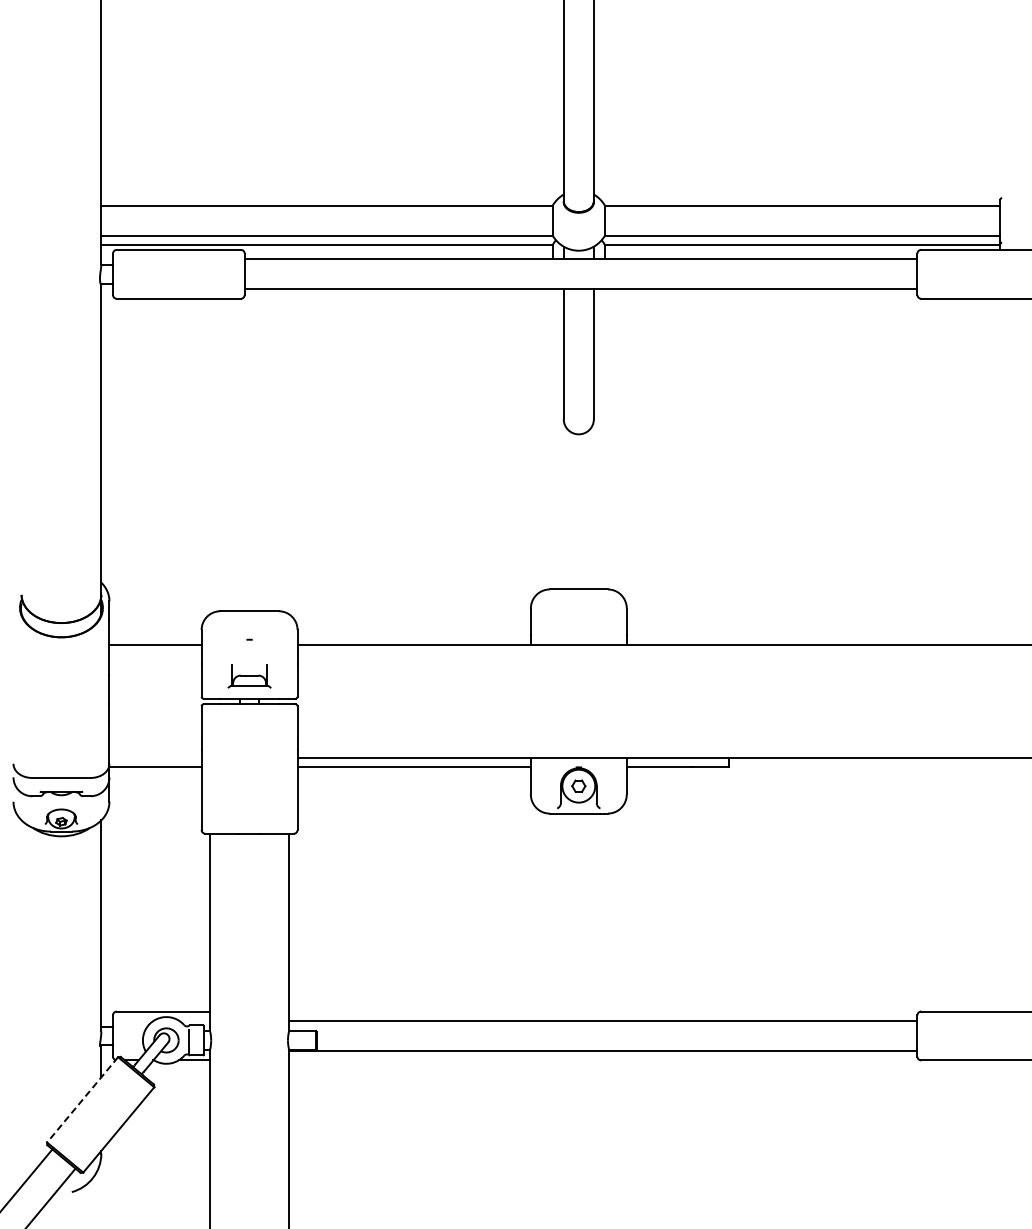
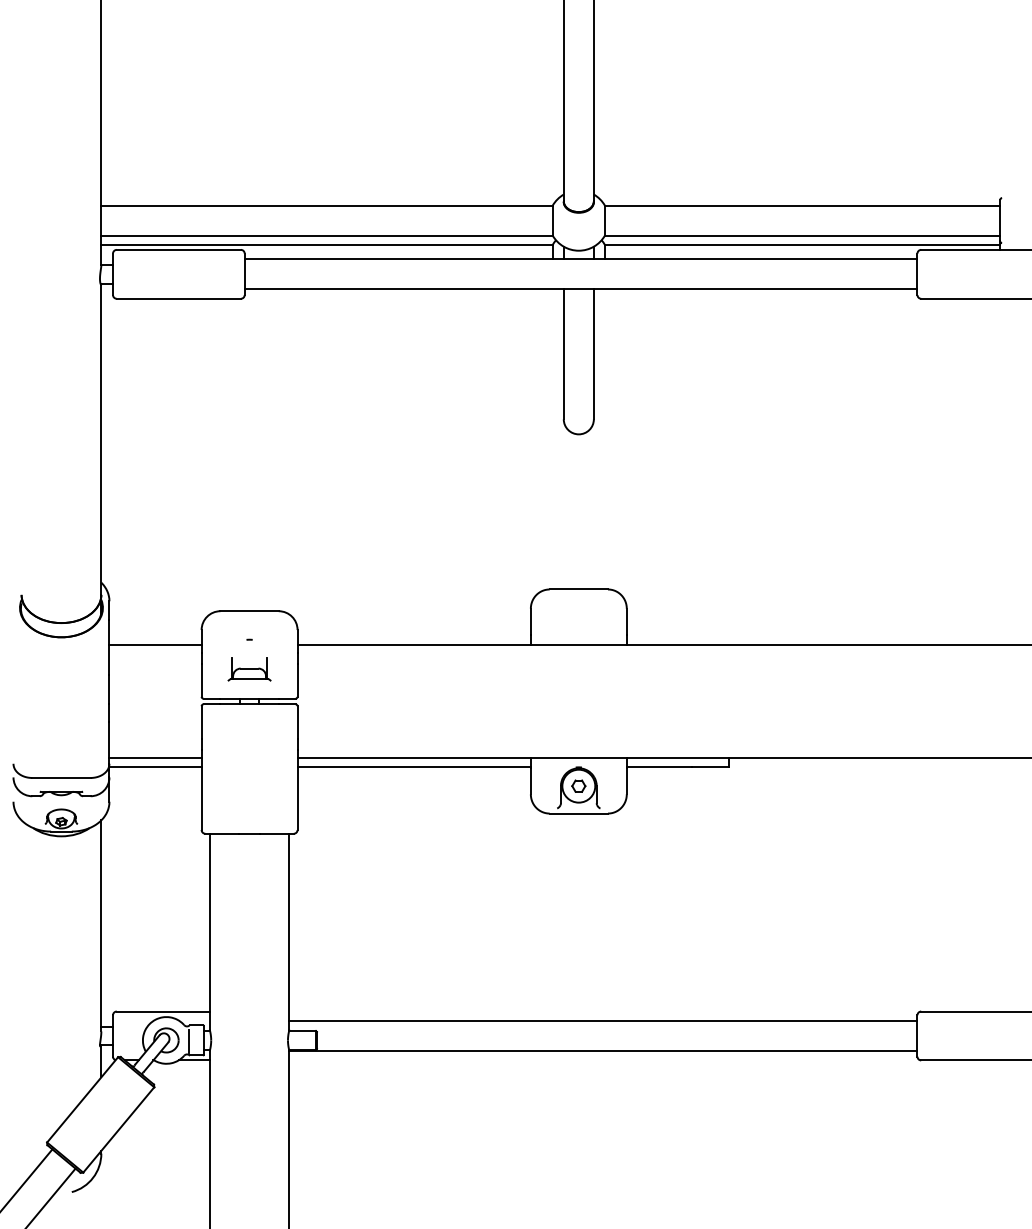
part at (249, 676) position: (249, 676) -> (249, 669)
line at (155, 758): none -> present
line at (82, 1100): dashed -> solid
